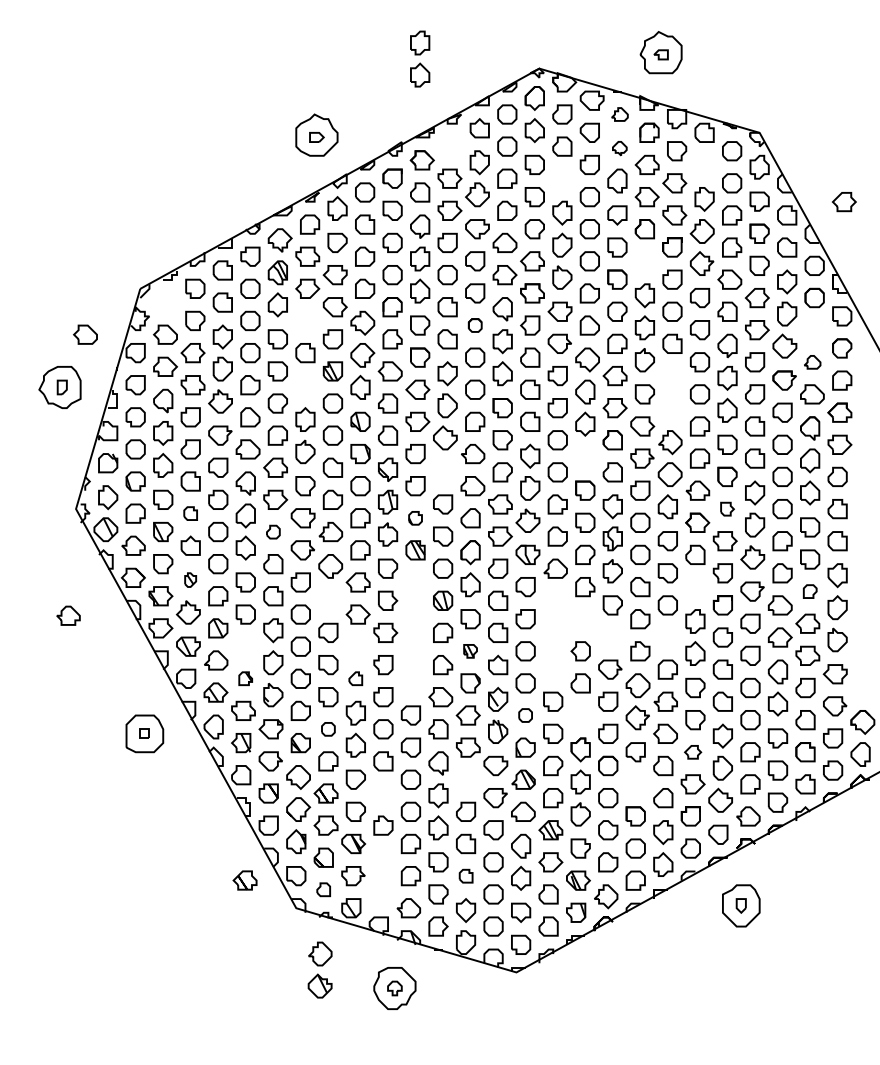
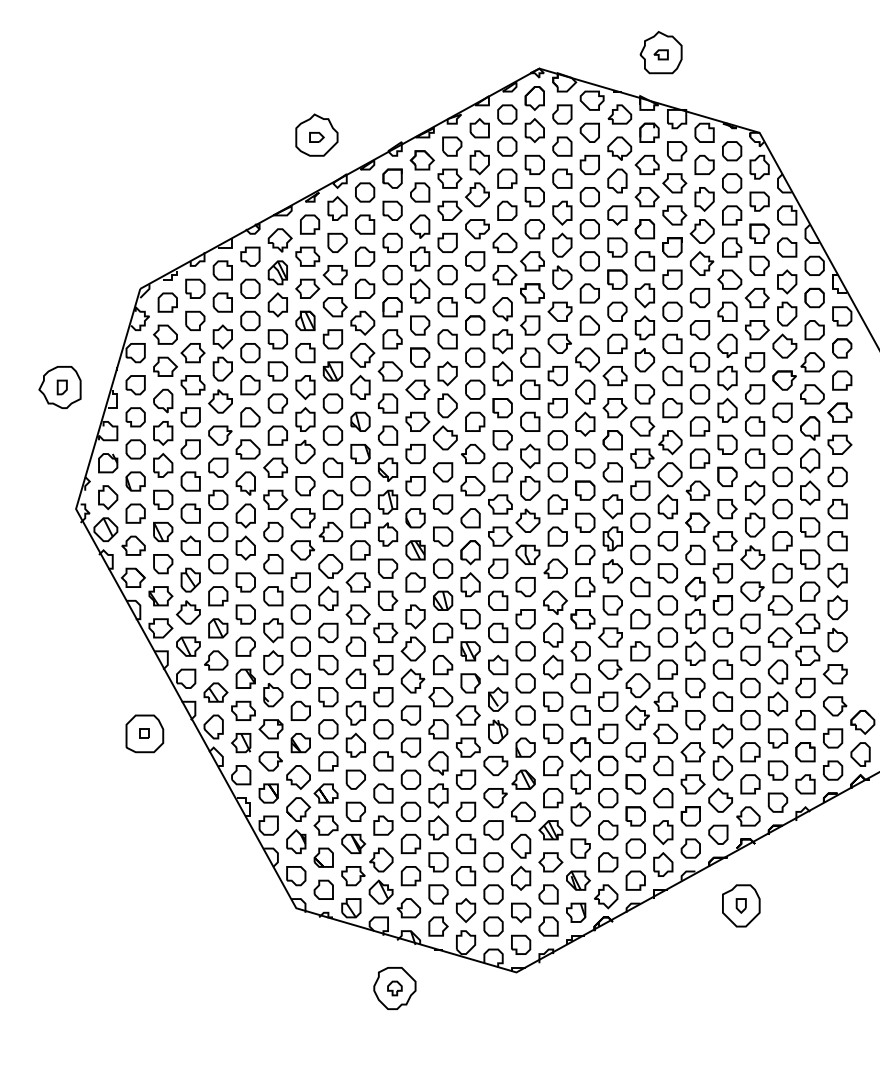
part at (420, 58): present -> none
part at (619, 114) size: 18x15 px -> 26x21 px
part at (452, 146): none -> present
part at (619, 148) size: 16x16 px -> 26x25 px
part at (704, 164): none -> present
part at (562, 178): none -> present
part at (844, 202): present -> none
part at (644, 261): none -> present
part at (167, 302): none -> present
part at (305, 320): none -> present
part at (474, 325) size: 16x15 px -> 21x21 px
part at (814, 330): none -> present
part at (85, 334): present -> none
part at (812, 362) size: 18x15 px -> 25x21 px
part at (672, 376): none -> present
part at (305, 387): none -> present
part at (672, 408): none -> present
part at (585, 458): none -> present
part at (443, 472): none -> present
part at (727, 508) size: 15x16 px -> 21x21 px
part at (190, 513) size: 15x15 px -> 21x21 px
part at (415, 518) size: 15x15 px -> 21x21 px
part at (273, 531) size: 15x16 px -> 21x21 px
part at (190, 579) size: 14x16 px -> 21x26 px
part at (415, 582): none -> present
part at (695, 589): none -> present
part at (809, 591) size: 16x15 px -> 21x21 px
part at (328, 598): none -> present
part at (68, 615): present -> none
part at (582, 634): none -> present
part at (667, 637): none -> present
part at (245, 646): none -> present
part at (355, 646): none -> present
part at (412, 648): none -> present
part at (470, 651) size: 15x15 px -> 21x21 px
part at (245, 678) size: 15x15 px -> 21x21 px
part at (355, 678) size: 16x15 px -> 21x21 px
part at (525, 715) size: 15x15 px -> 21x21 px
part at (580, 715): none -> present
part at (328, 729) size: 15x15 px -> 21x21 px
part at (693, 752) size: 19x15 px -> 26x21 px
part at (466, 779): none -> present
part at (635, 784): none -> present
part at (383, 793): none -> present
part at (465, 875) size: 16x16 px -> 21x21 px
part at (244, 880): present -> none
part at (323, 889) size: 15x16 px -> 21x21 px
part at (319, 969) position: (319, 969) -> (380, 875)
